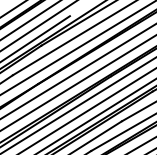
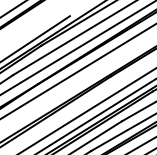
line at (30, 20): present -> none
line at (38, 26): present -> none
line at (77, 83): present -> none
line at (78, 105): present -> none
